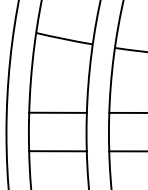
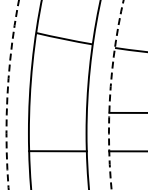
circle at (12, 94): solid -> dashed
circle at (115, 94): solid -> dashed
line at (57, 112): present -> none
